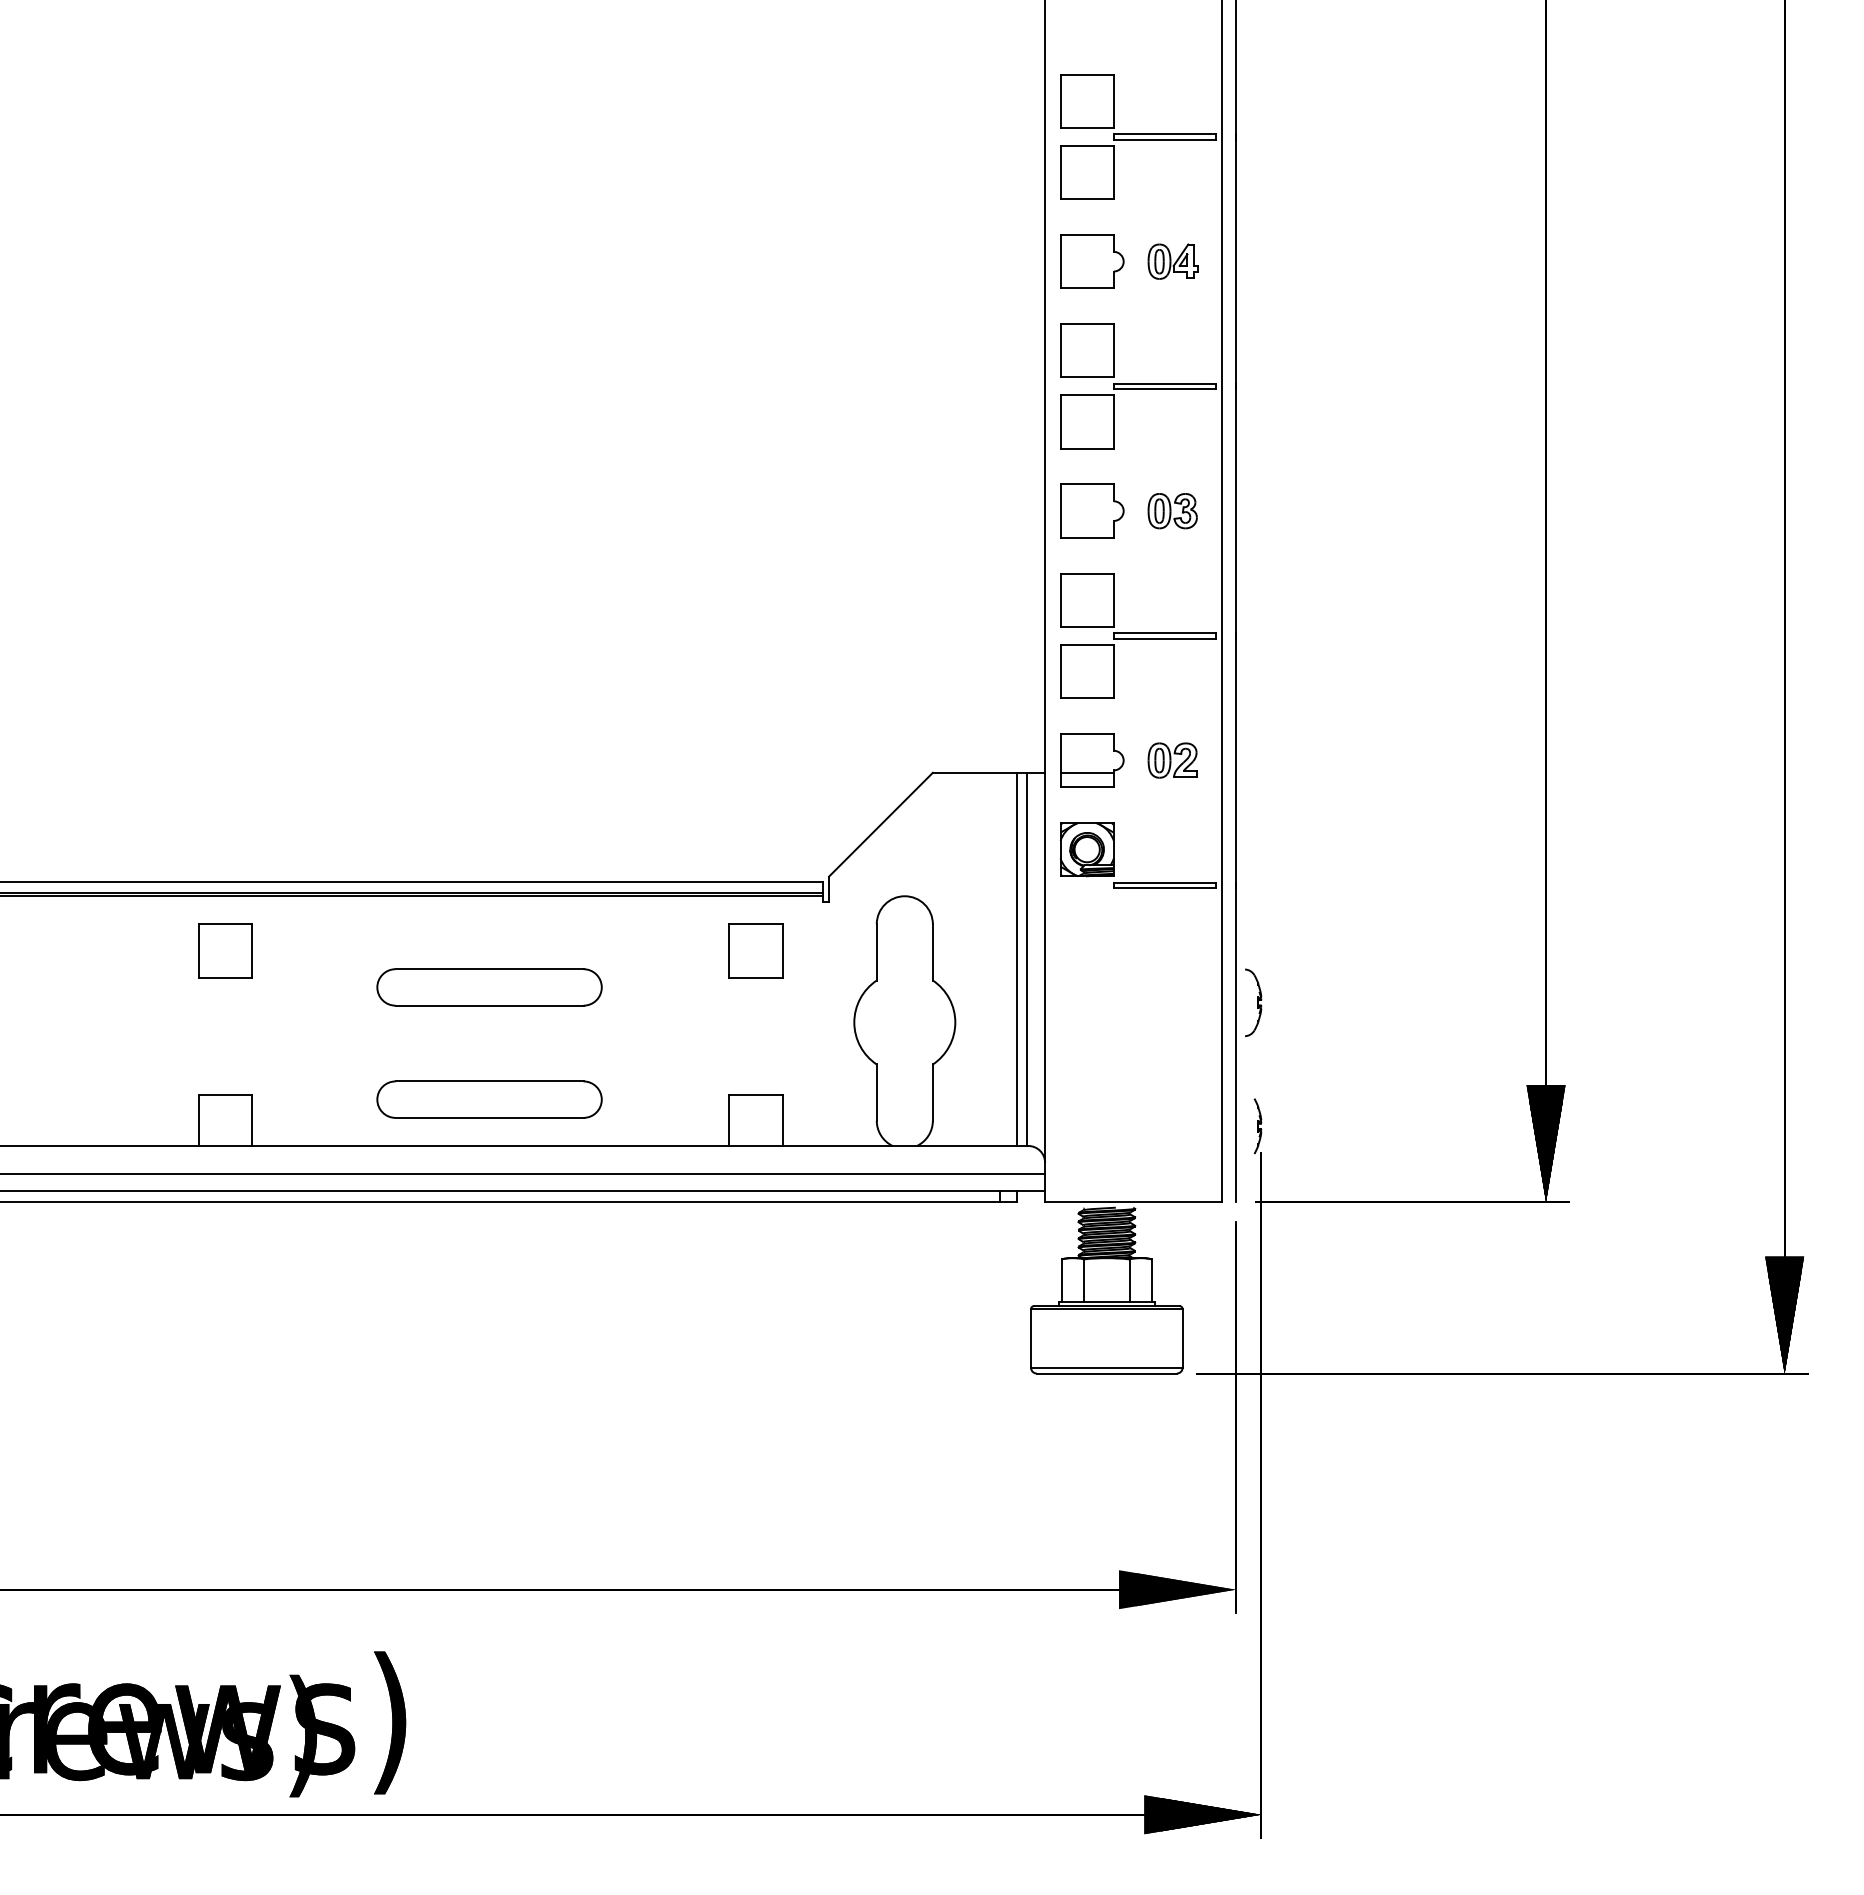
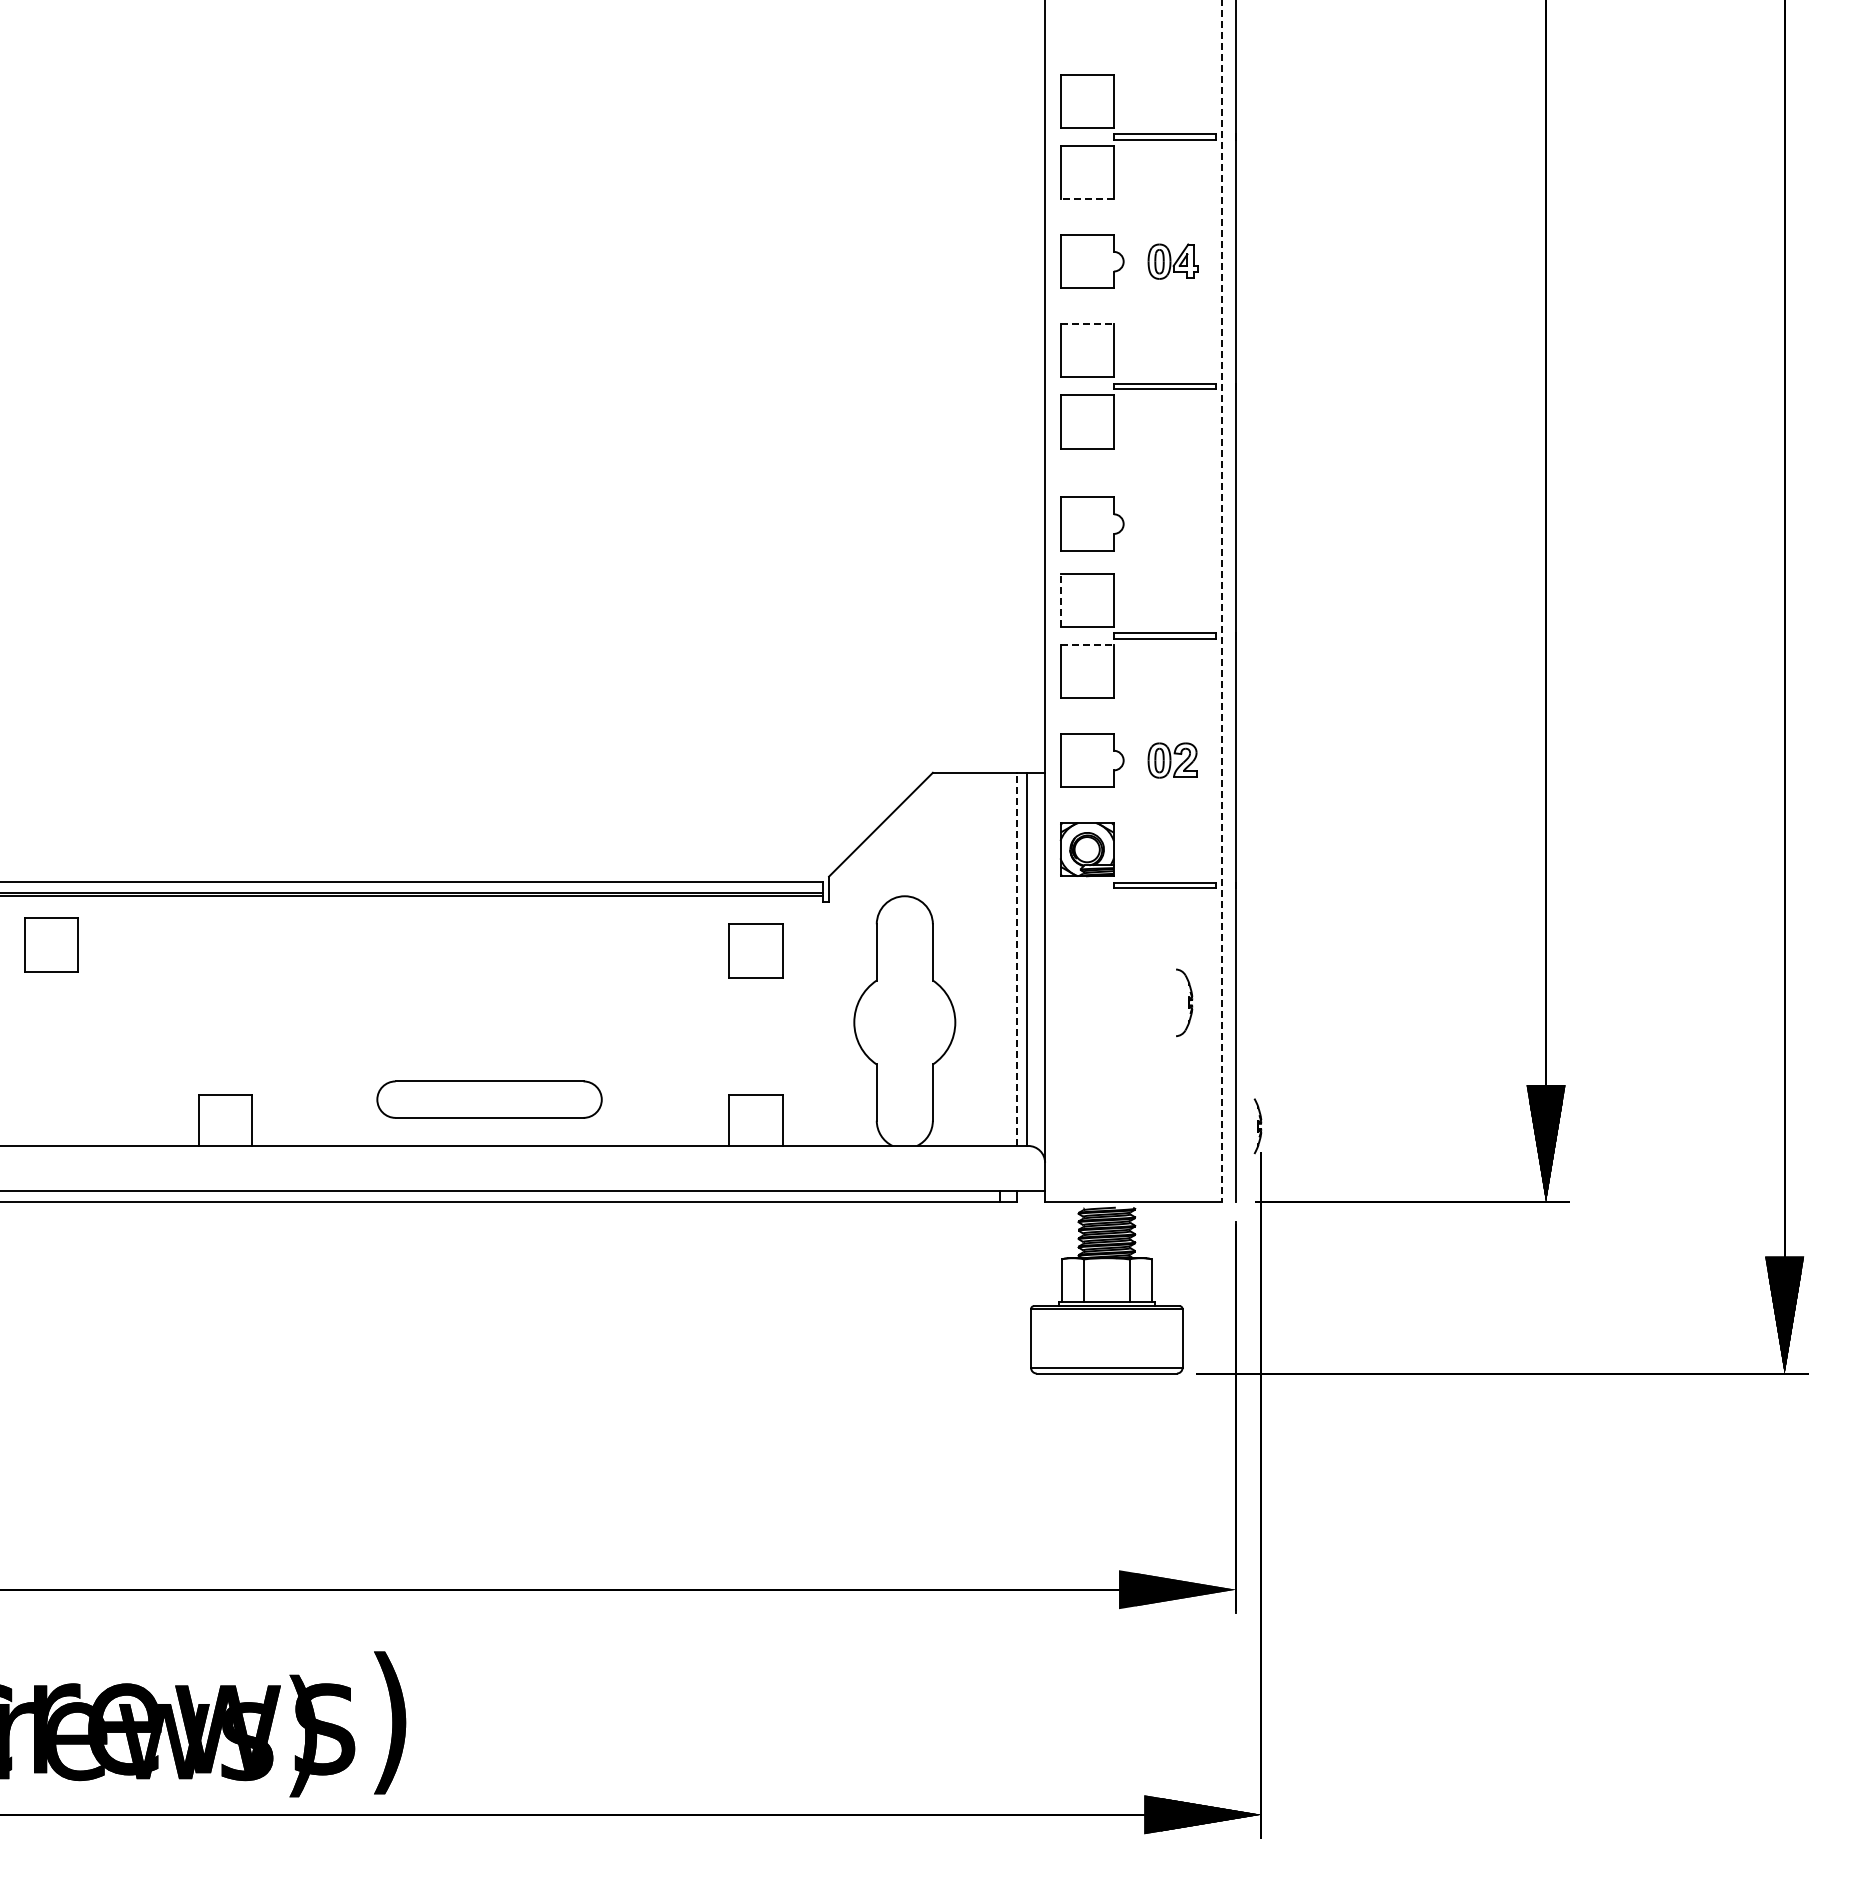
line at (1087, 199): solid -> dashed
line at (1087, 324): solid -> dashed
part at (1092, 510) position: (1092, 510) -> (1092, 523)
part at (1172, 511): present -> none
line at (1060, 600): solid -> dashed
line at (1221, 601): solid -> dashed
line at (1087, 644): solid -> dashed
line at (1086, 772): present -> none
part at (225, 950) position: (225, 950) -> (51, 944)
line at (1017, 959): solid -> dashed
part at (489, 987): present -> none
part at (1253, 1002) position: (1253, 1002) -> (1184, 1002)
line at (523, 1174): present -> none
